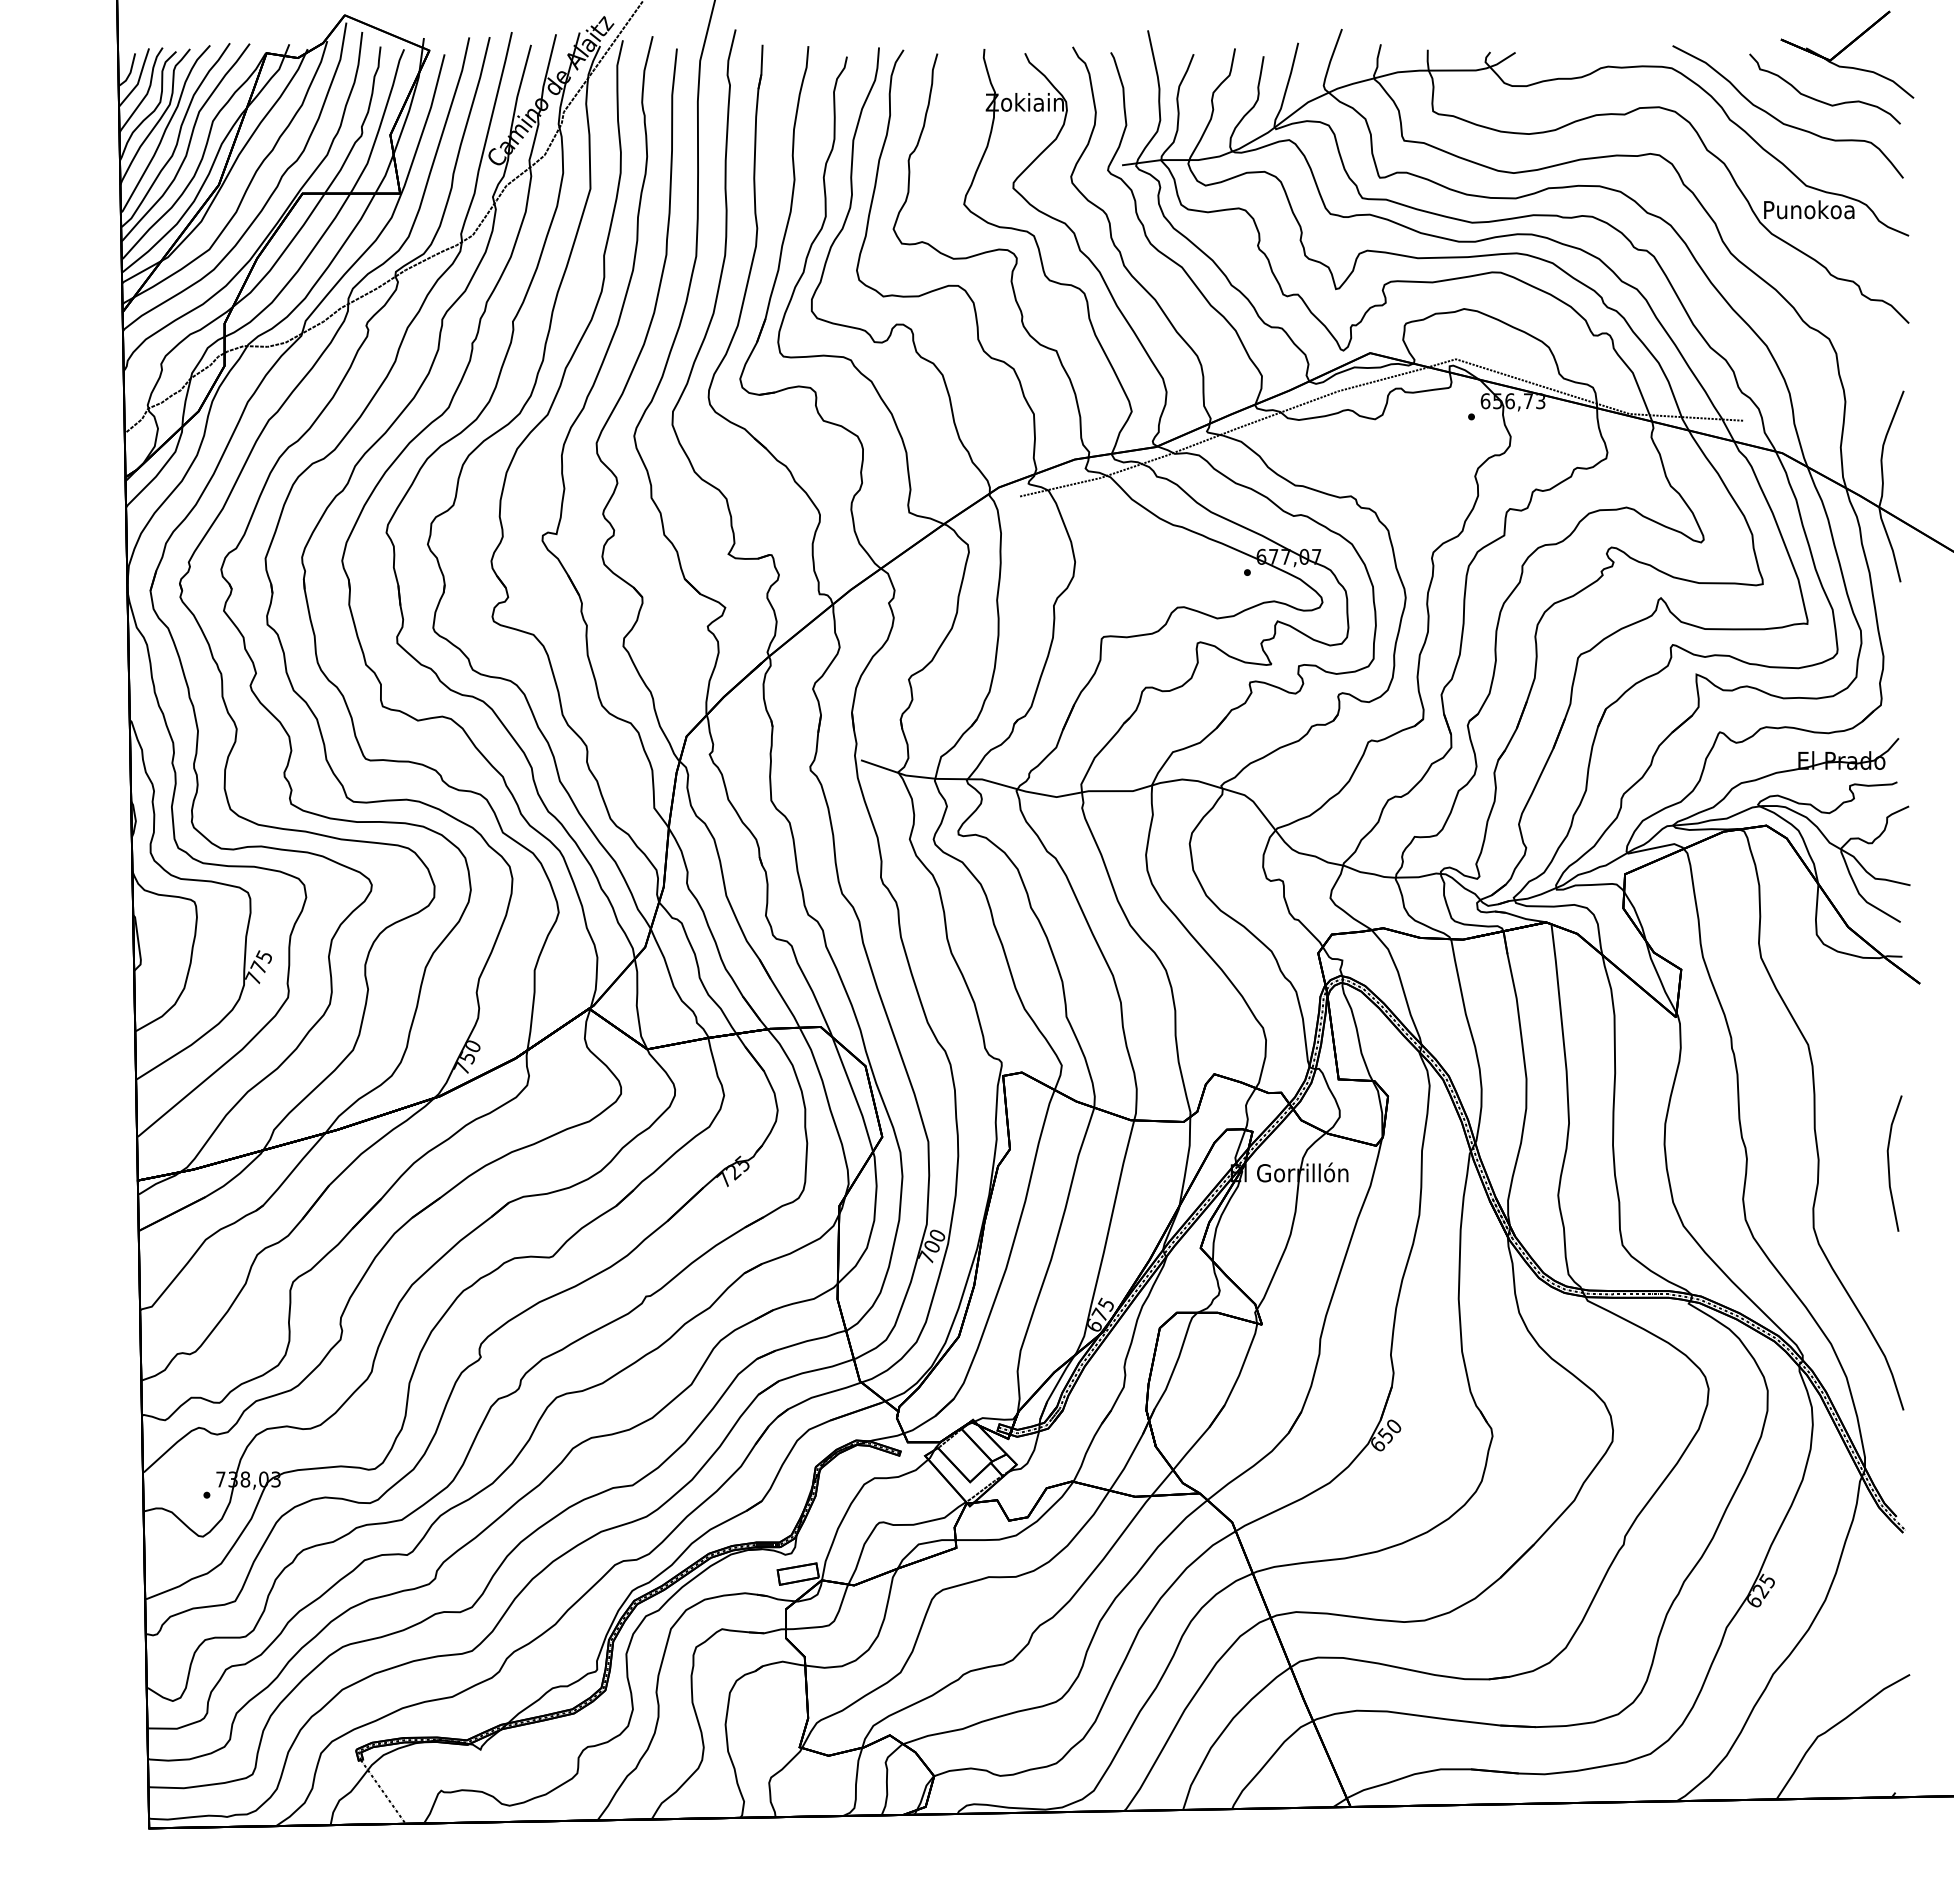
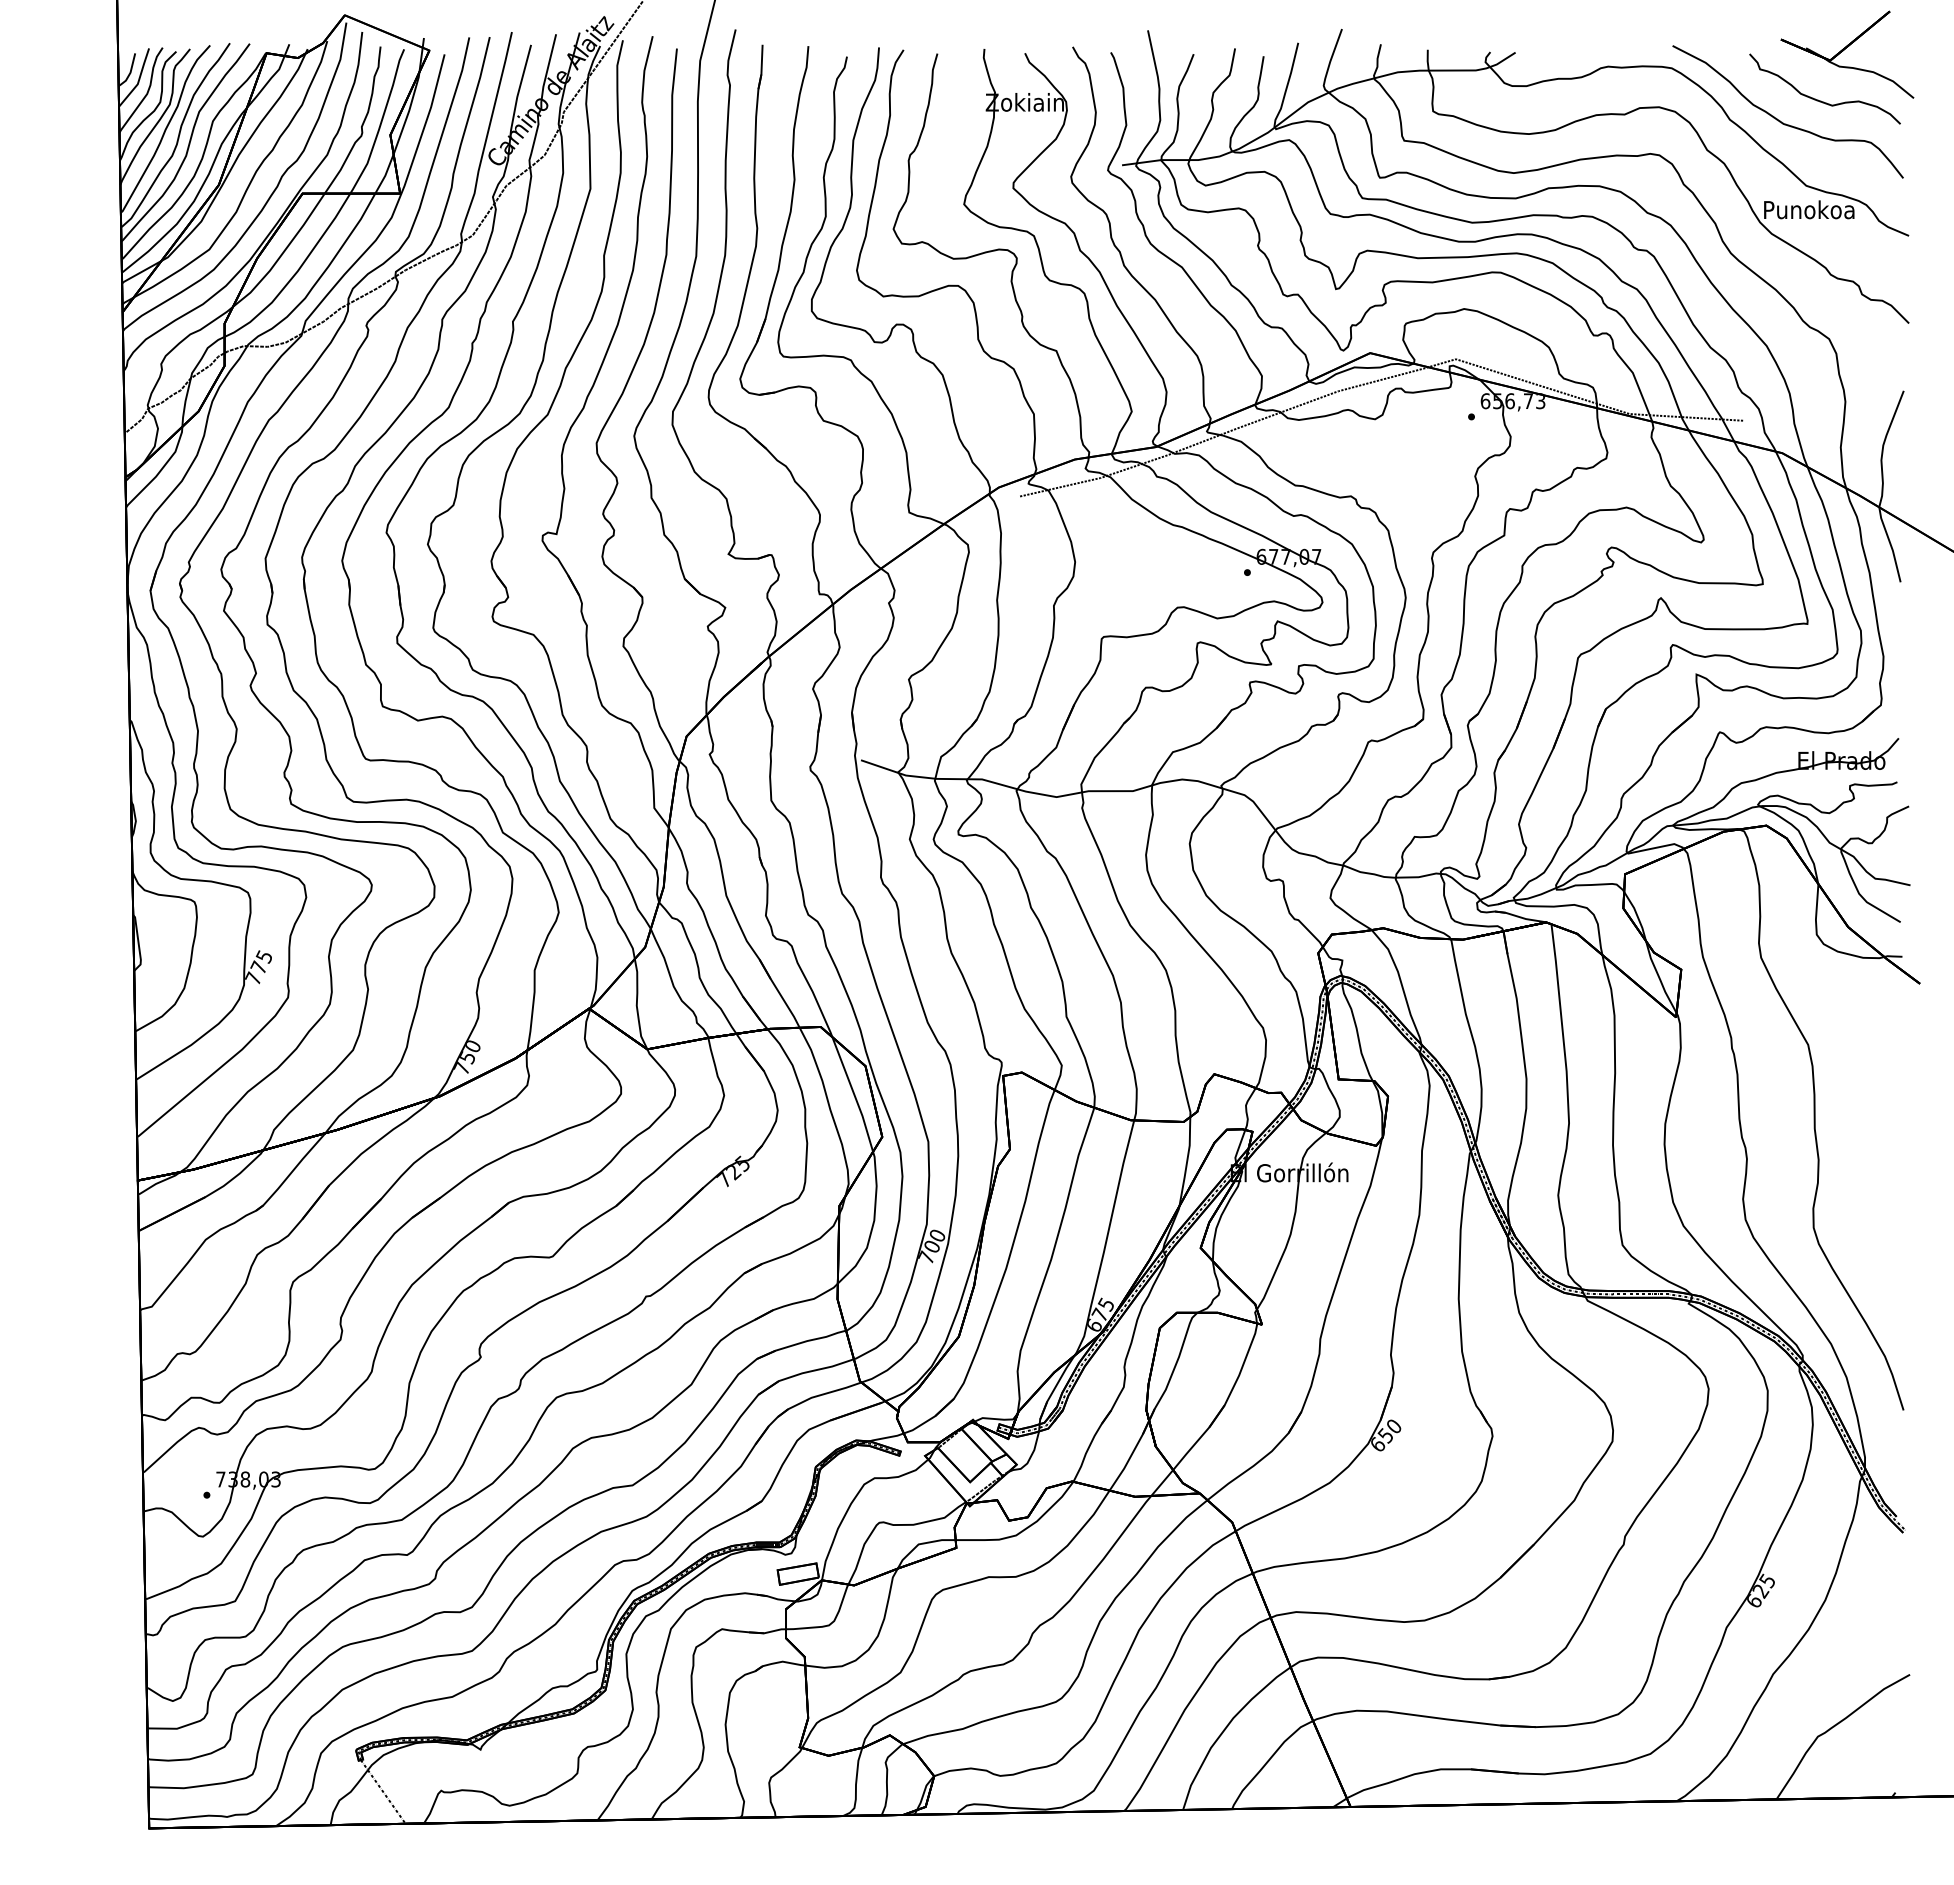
line at (1889, 1163): present -> none
